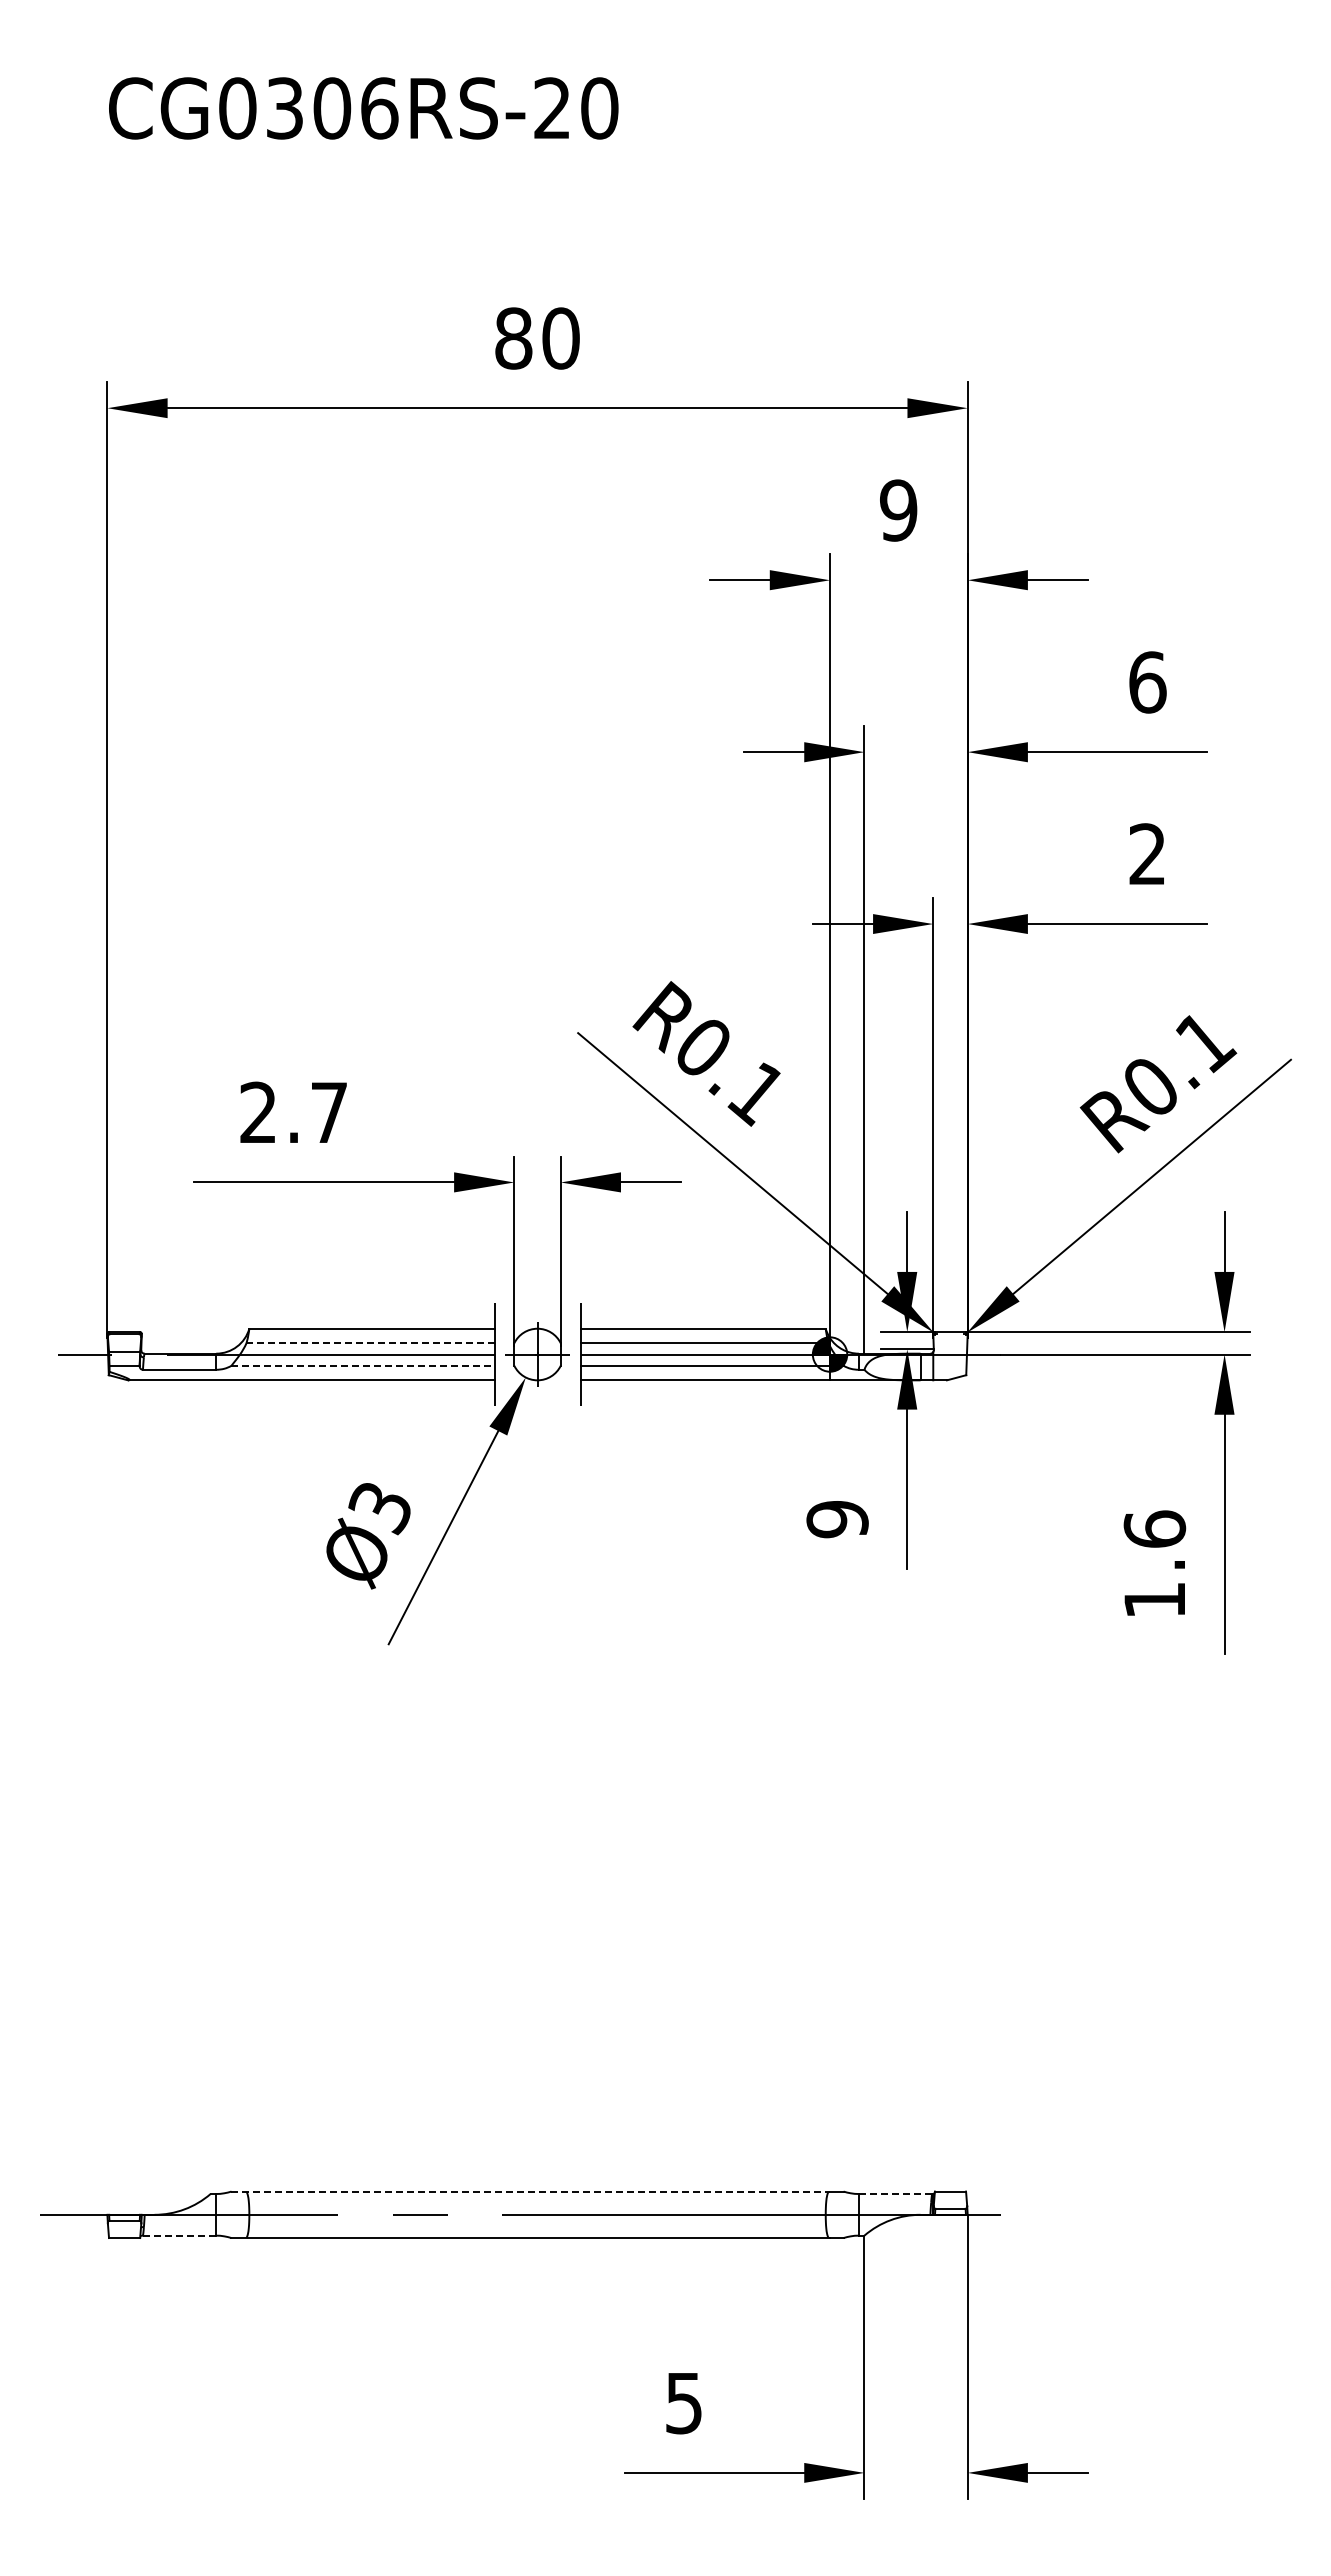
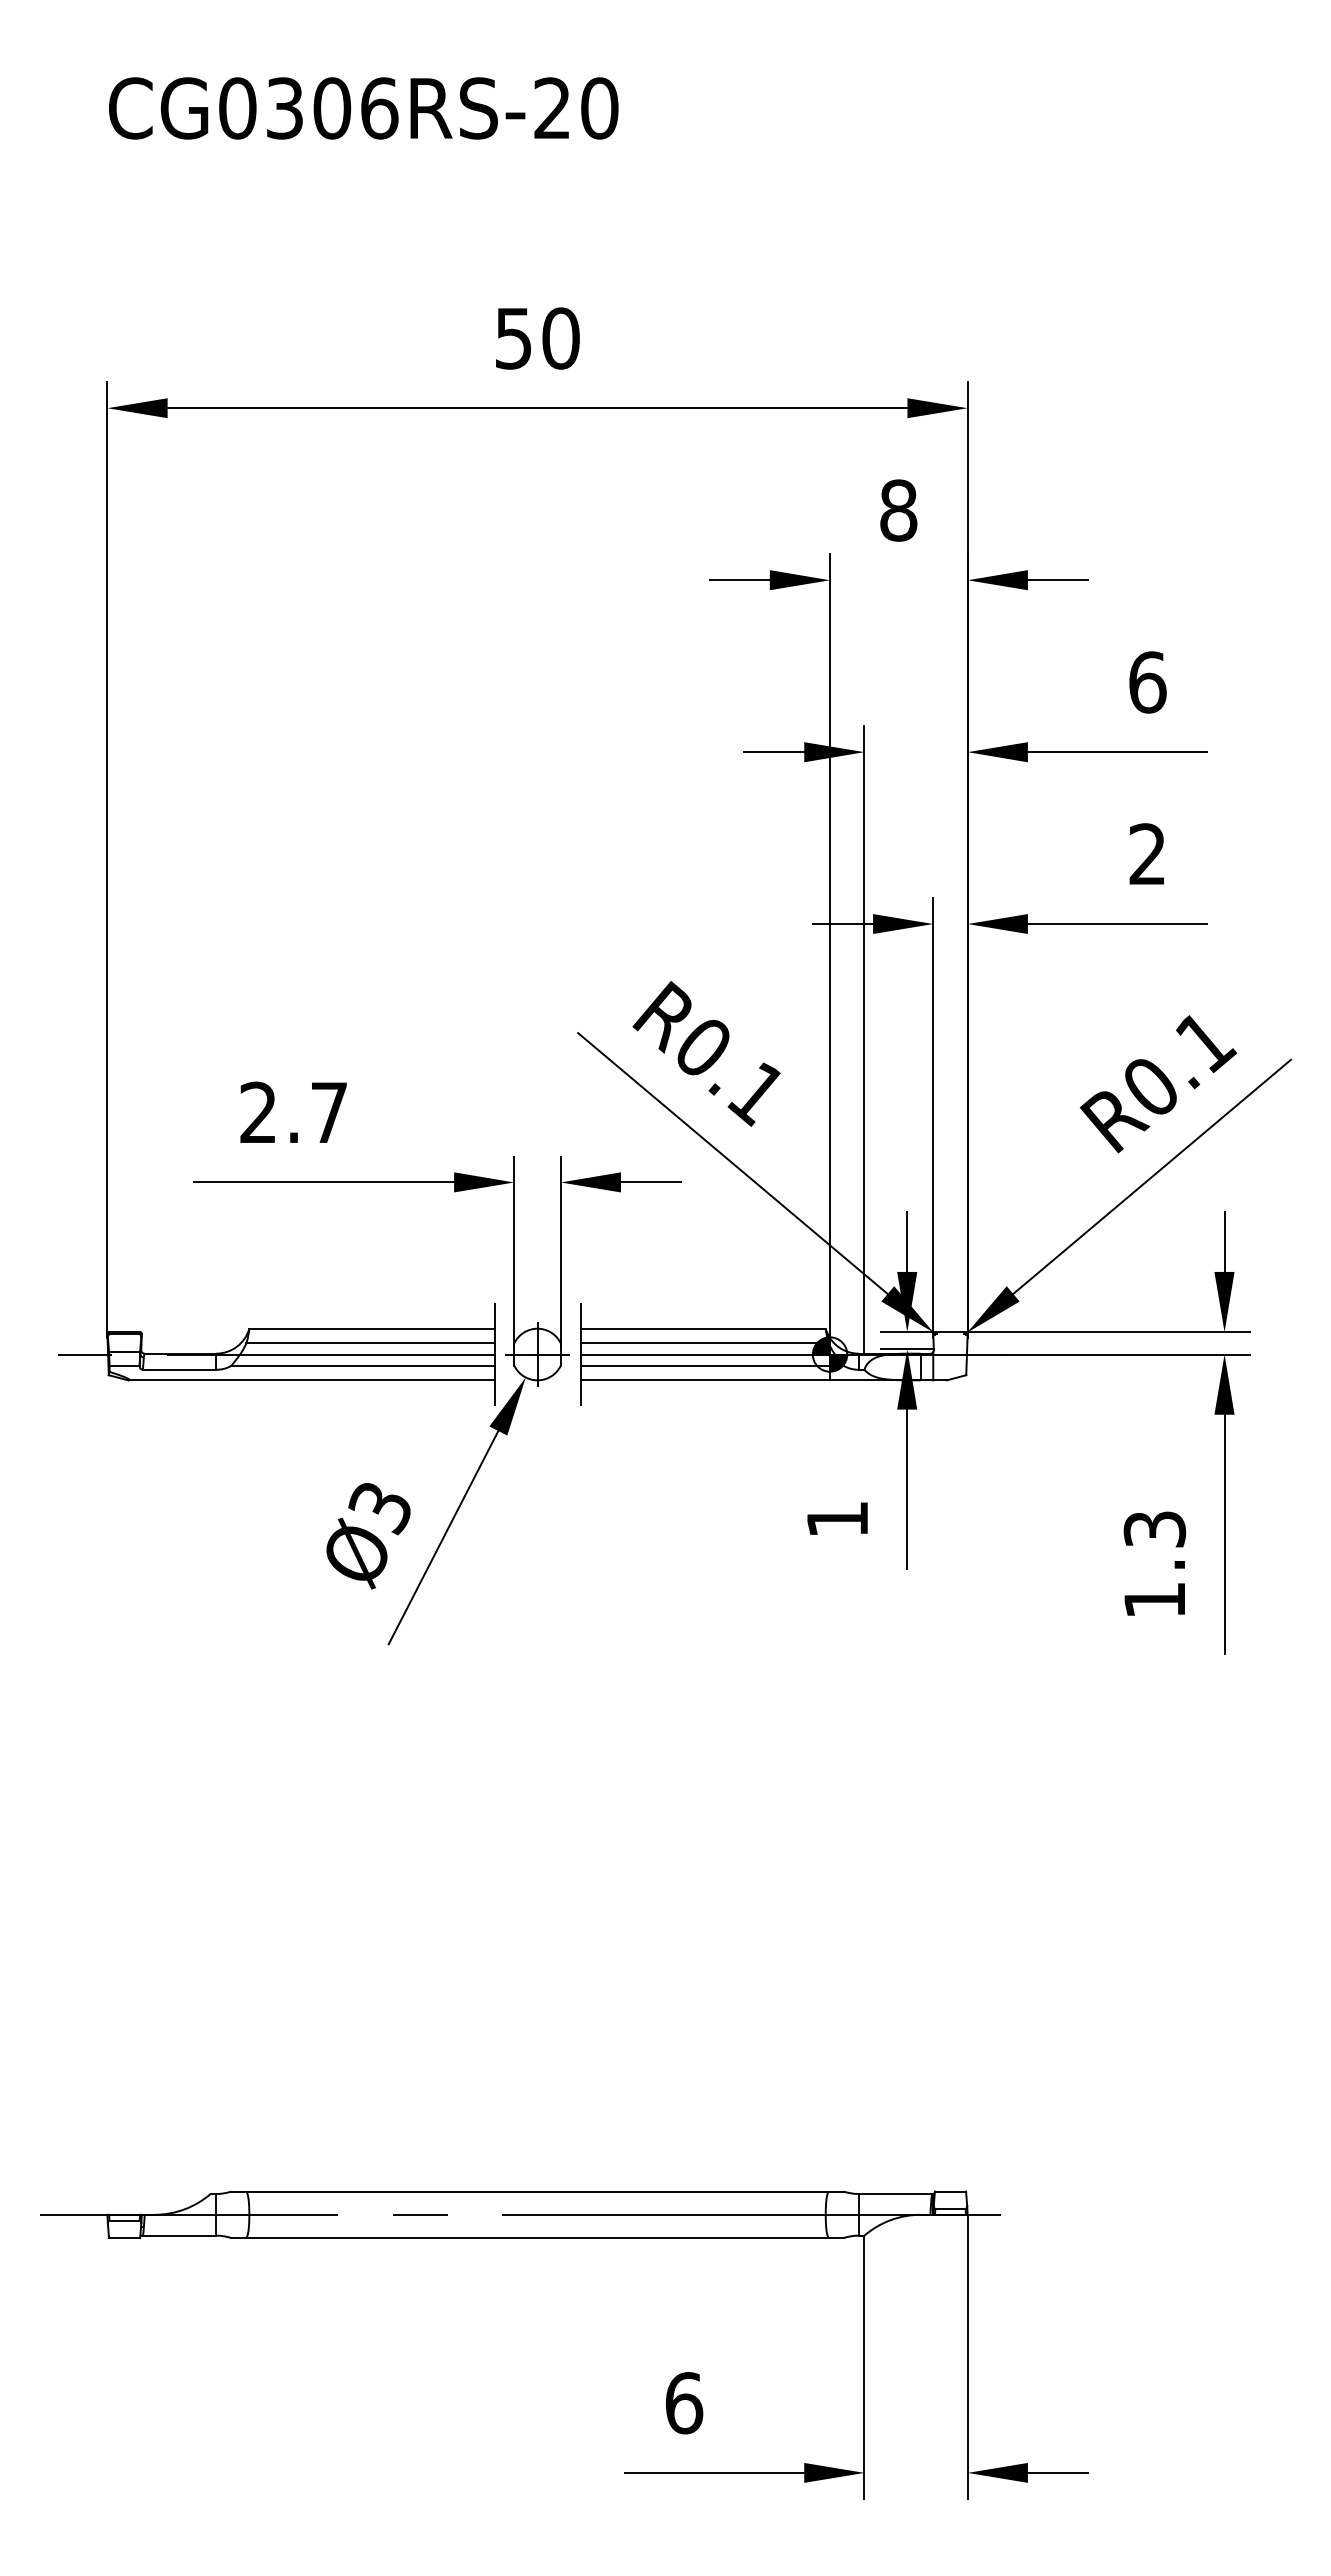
text at (513, 338): 80 -> 50
text at (898, 510): 9 -> 8
line at (370, 1343): dashed -> solid
line at (363, 1365): dashed -> solid
text at (837, 1519): 9 -> 1
text at (1154, 1528): 1.6 -> 1.3
line at (531, 2191): dashed -> solid
line at (895, 2194): dashed -> solid
line at (179, 2235): dashed -> solid
text at (684, 2403): 5 -> 6
